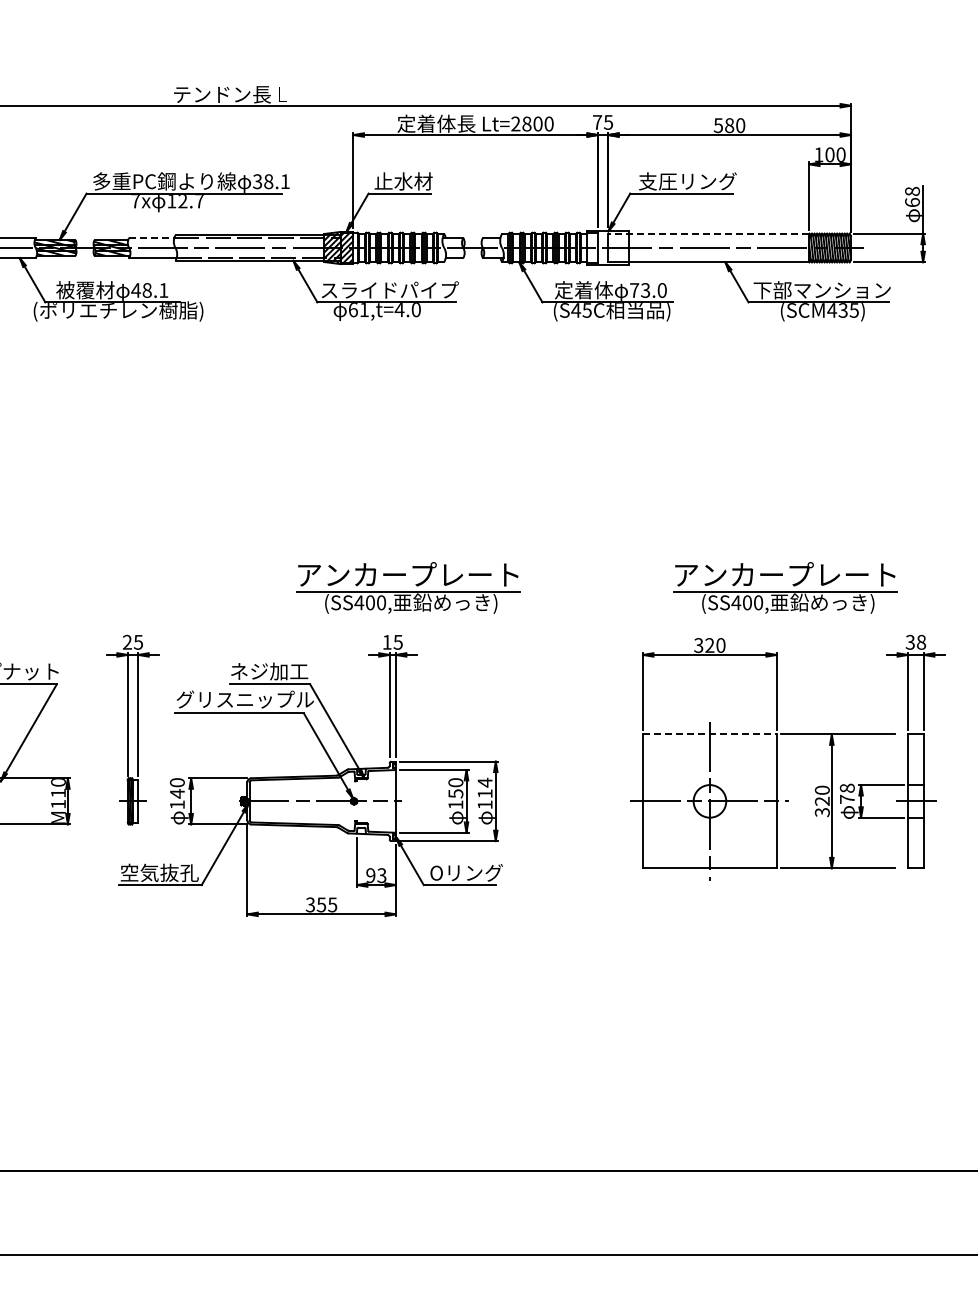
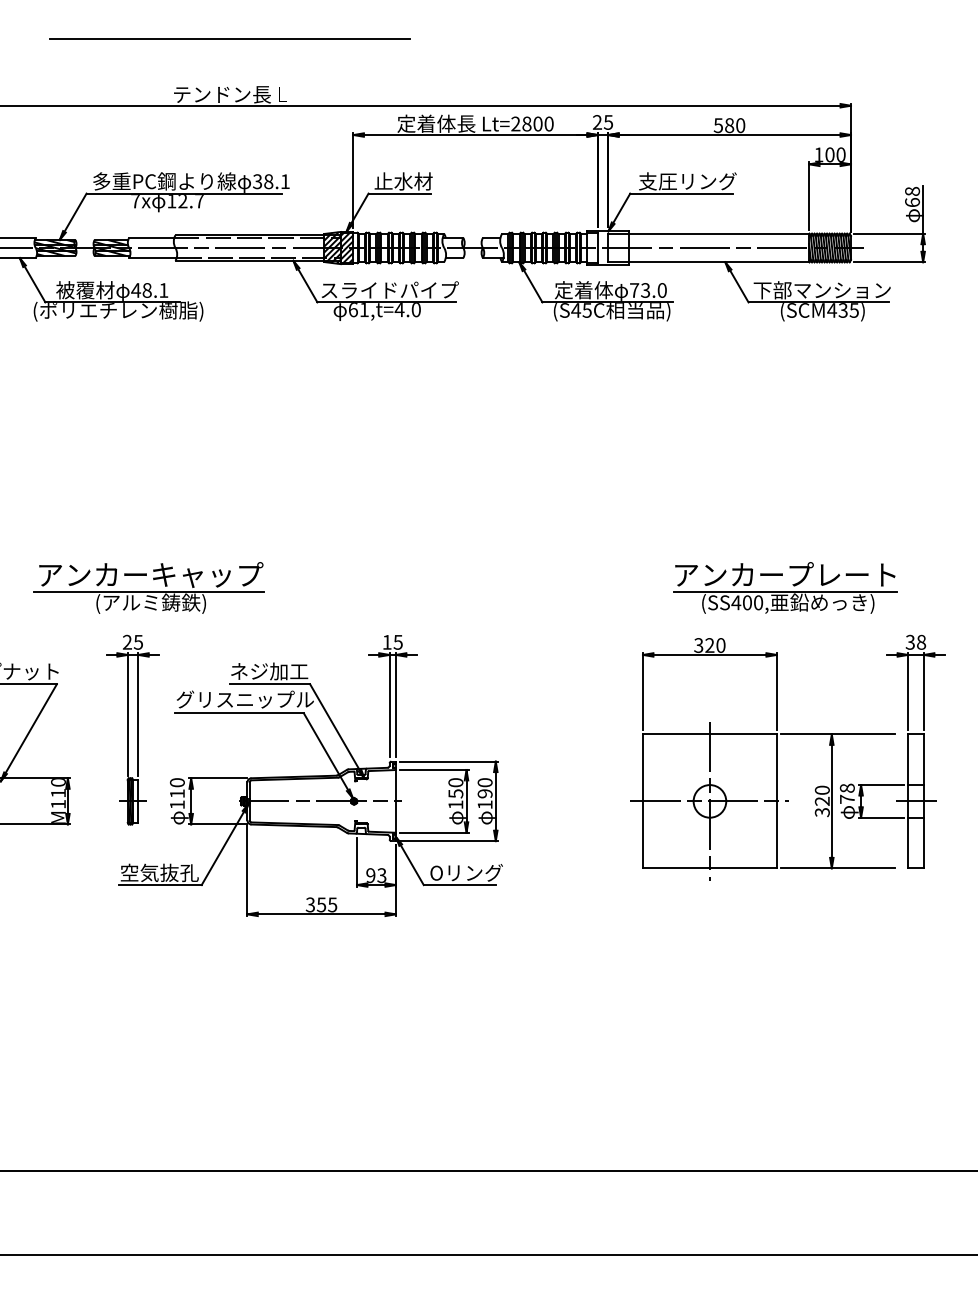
line at (230, 38): none -> present
text at (597, 122): 75 -> 25
line at (708, 233): dashed -> solid
line at (151, 237): dashed -> solid
part at (148, 587): none -> present
part at (408, 587): present -> none
line at (709, 734): dashed -> solid
text at (484, 787): 114 -> 190
text at (177, 793): 140 -> 110
